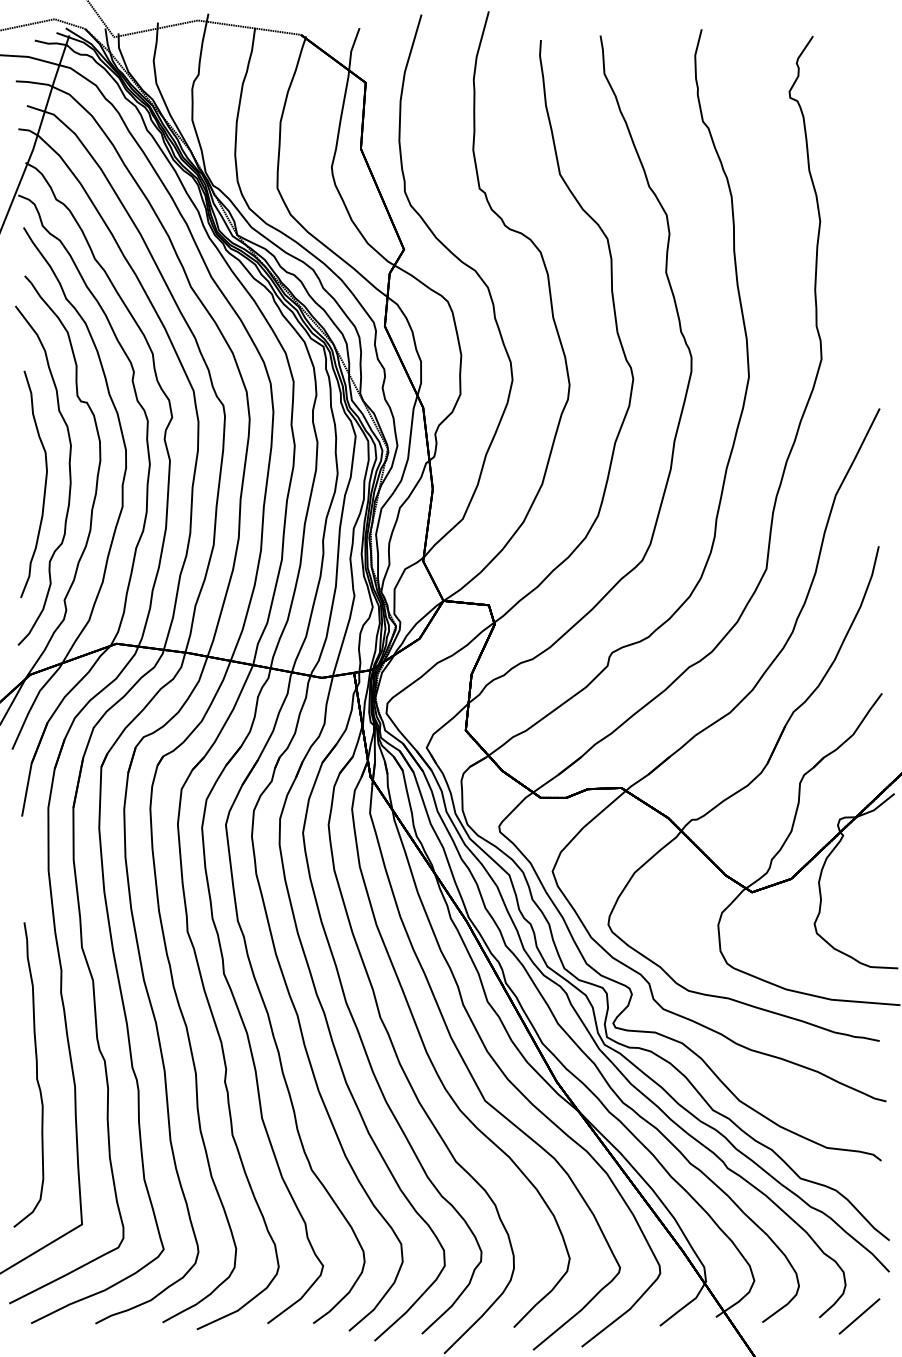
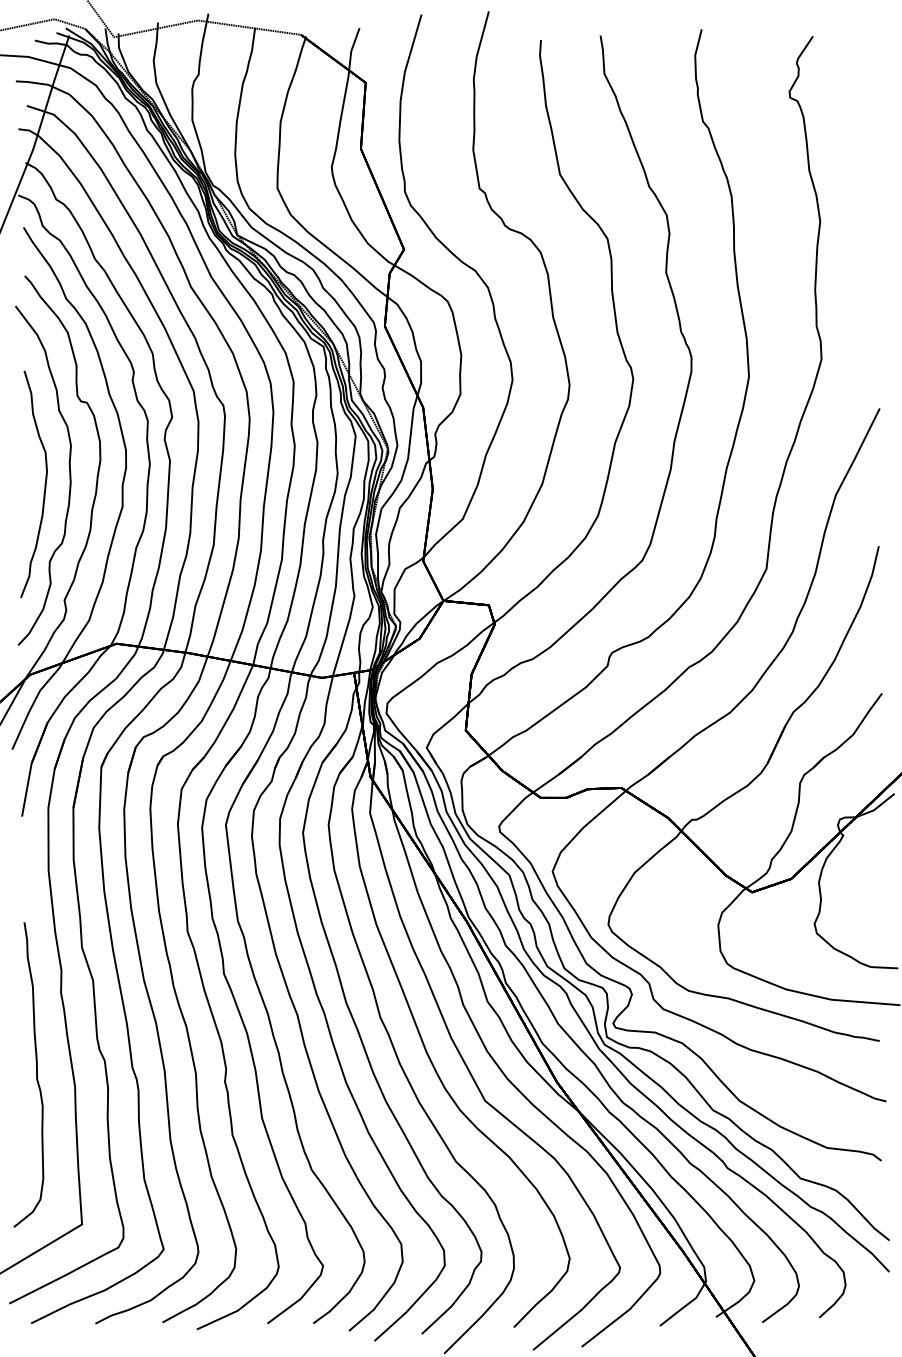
line at (859, 1316): present -> none
